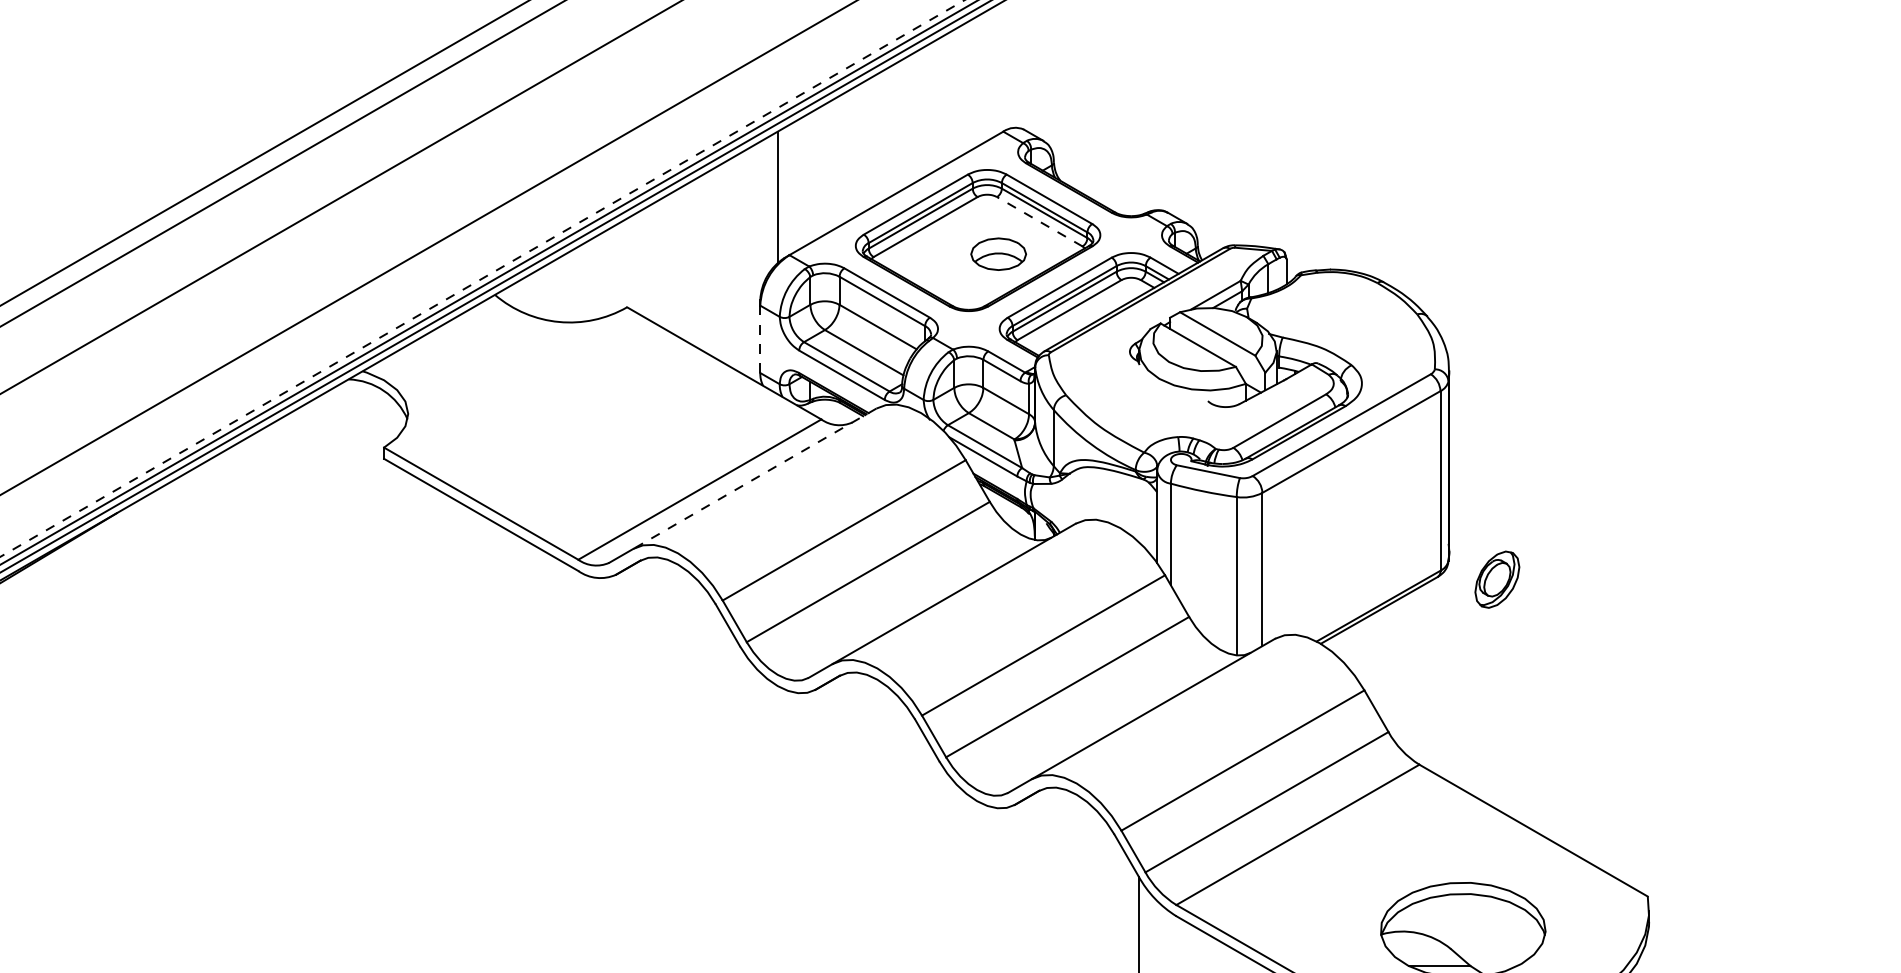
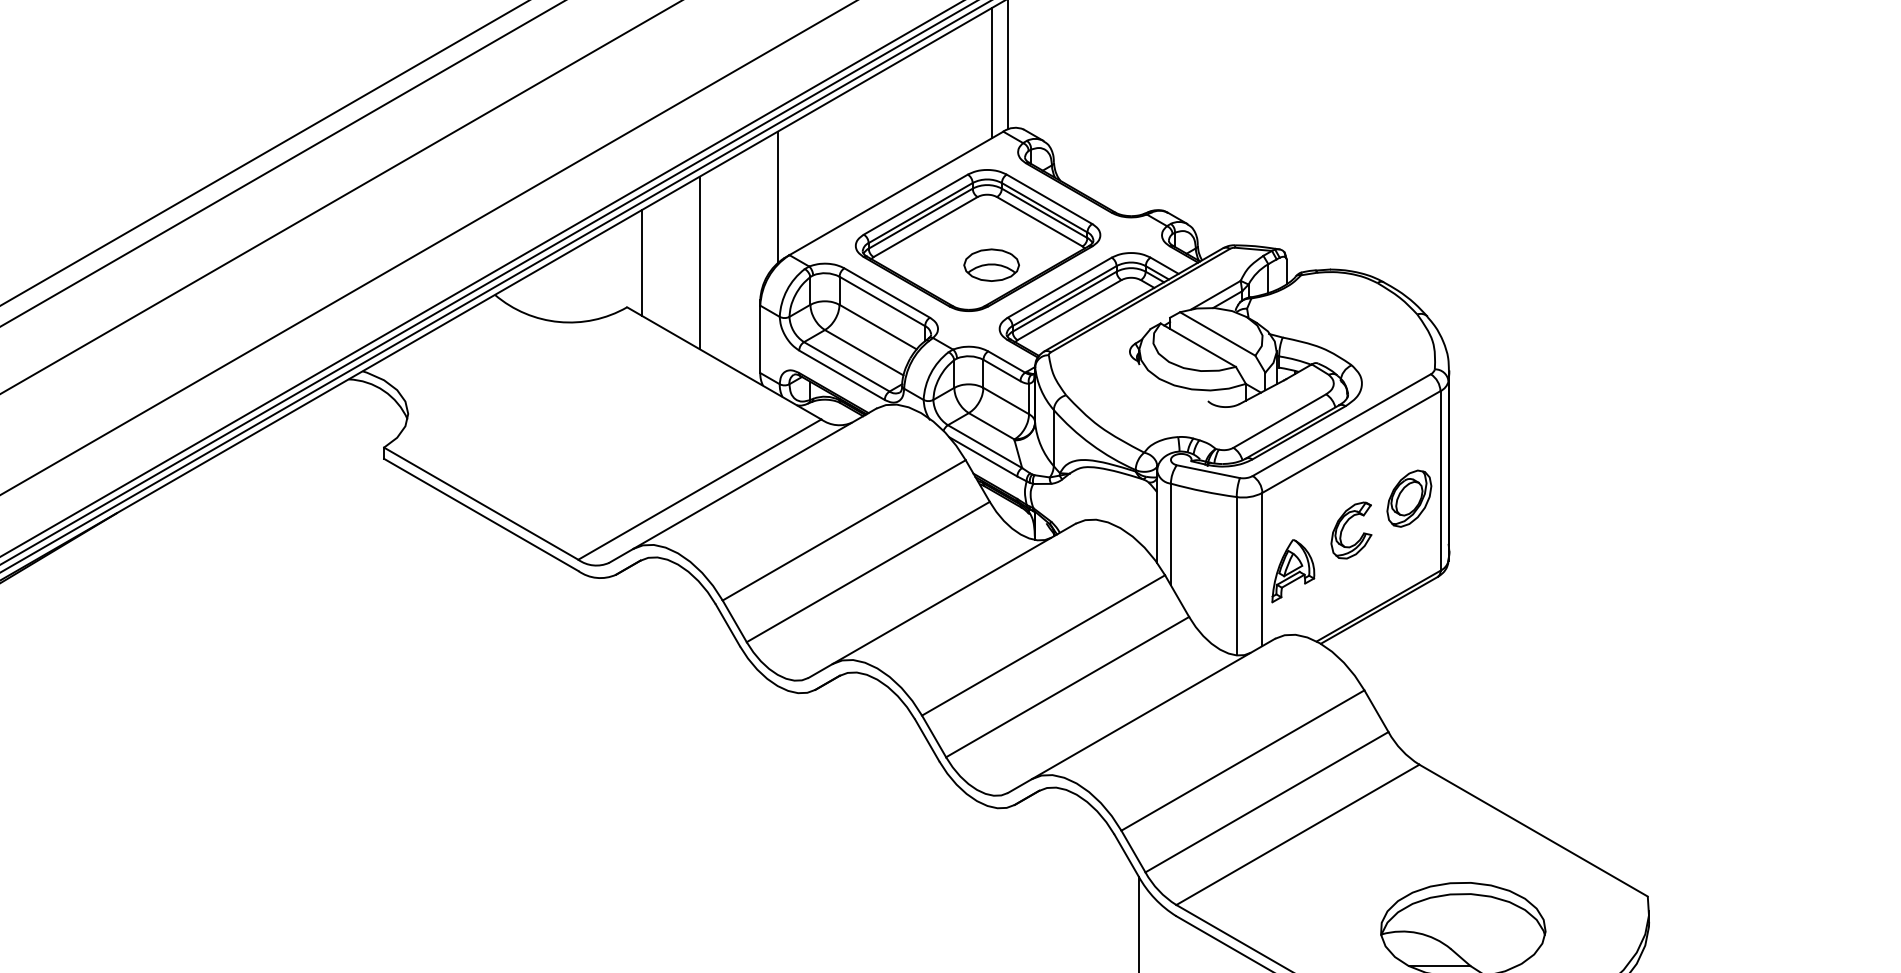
line at (1007, 65): none -> present
line at (991, 73): none -> present
line at (1039, 221): dashed -> solid
part at (998, 253) position: (998, 253) -> (991, 264)
line at (641, 262): none -> present
line at (700, 262): none -> present
line at (482, 278): dashed -> solid
line at (760, 339): dashed -> solid
line at (754, 479): dashed -> solid
part at (1344, 527): none -> present
part at (1293, 571): none -> present
part at (1497, 579) position: (1497, 579) -> (1409, 498)
